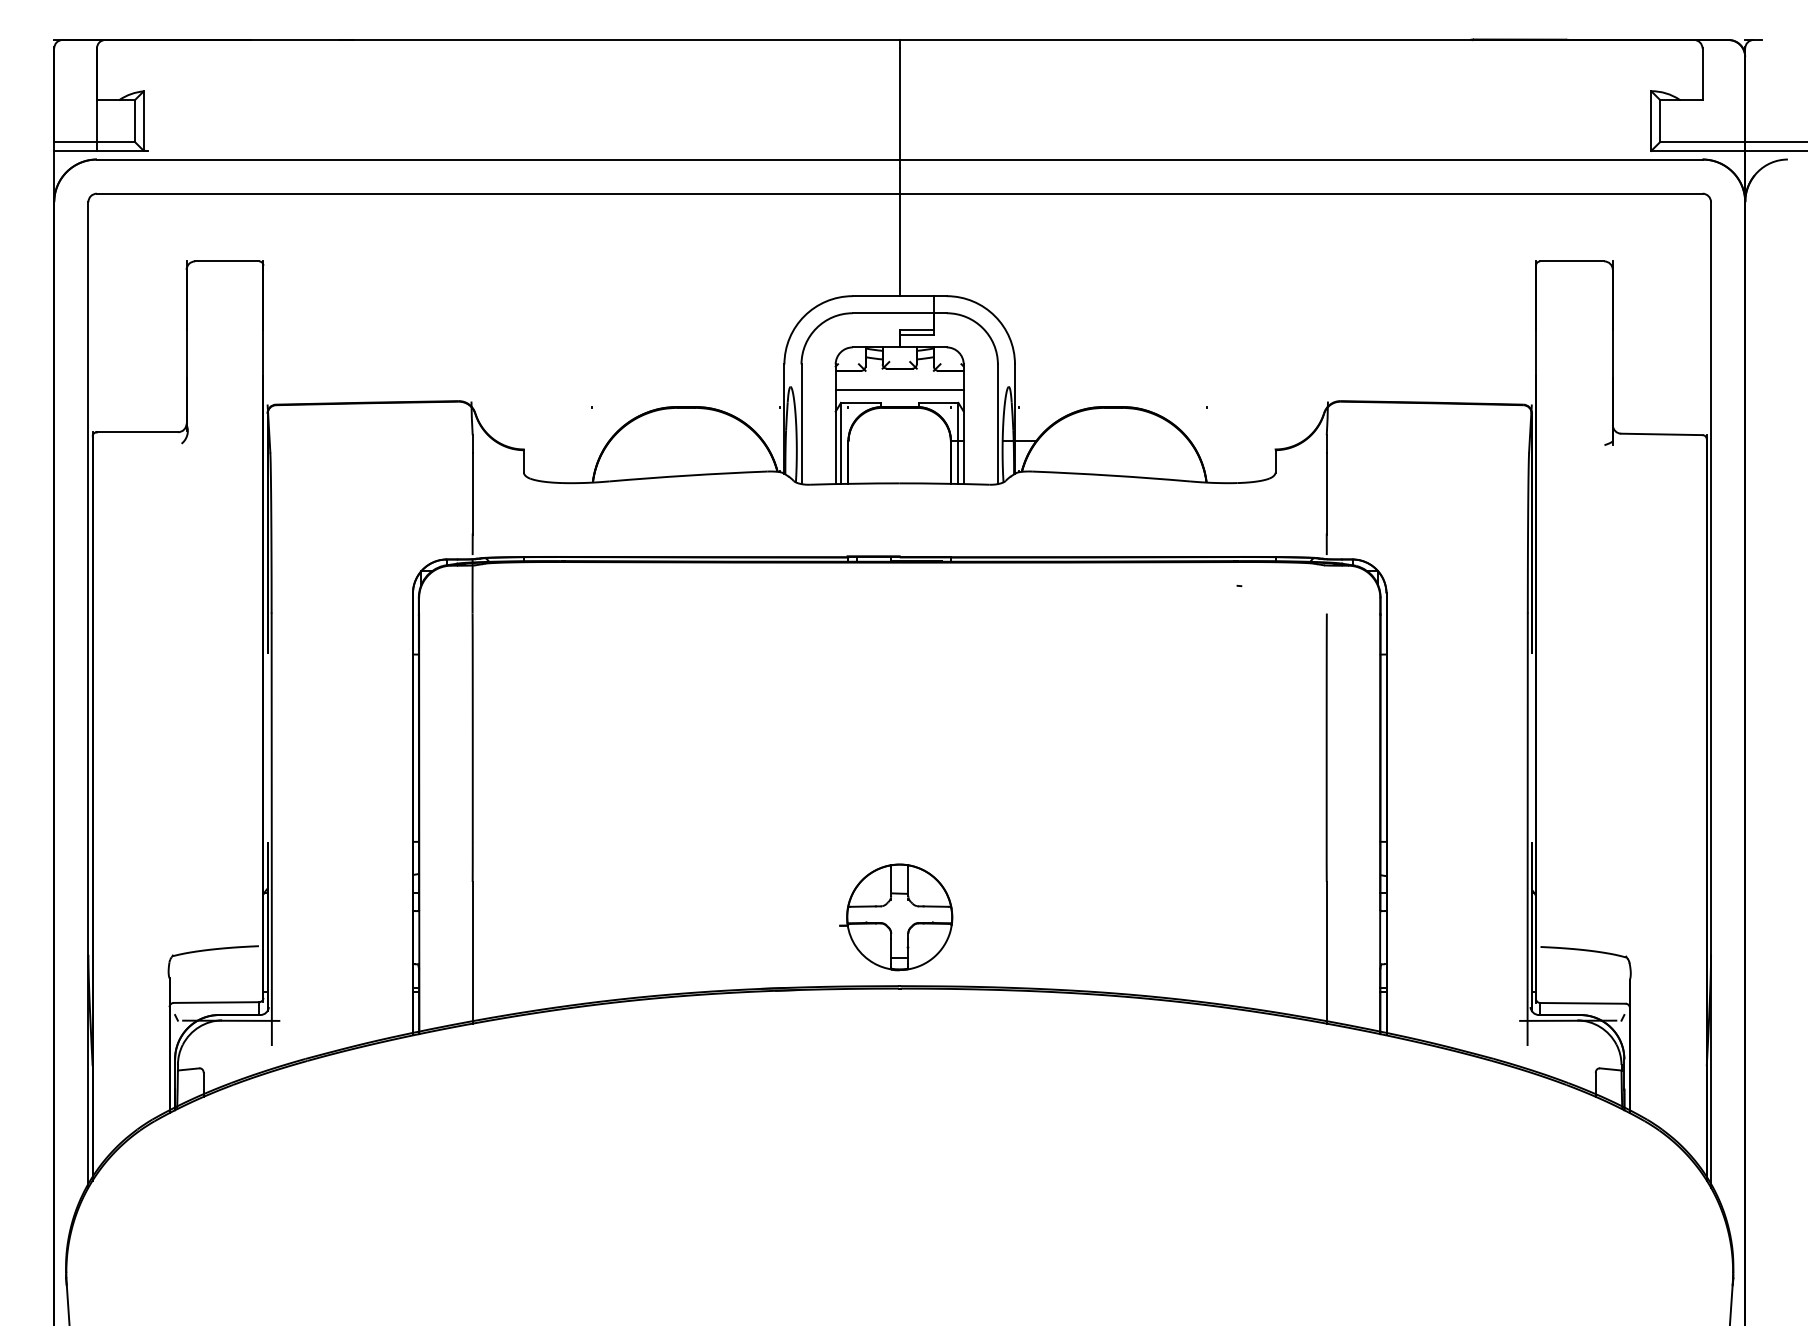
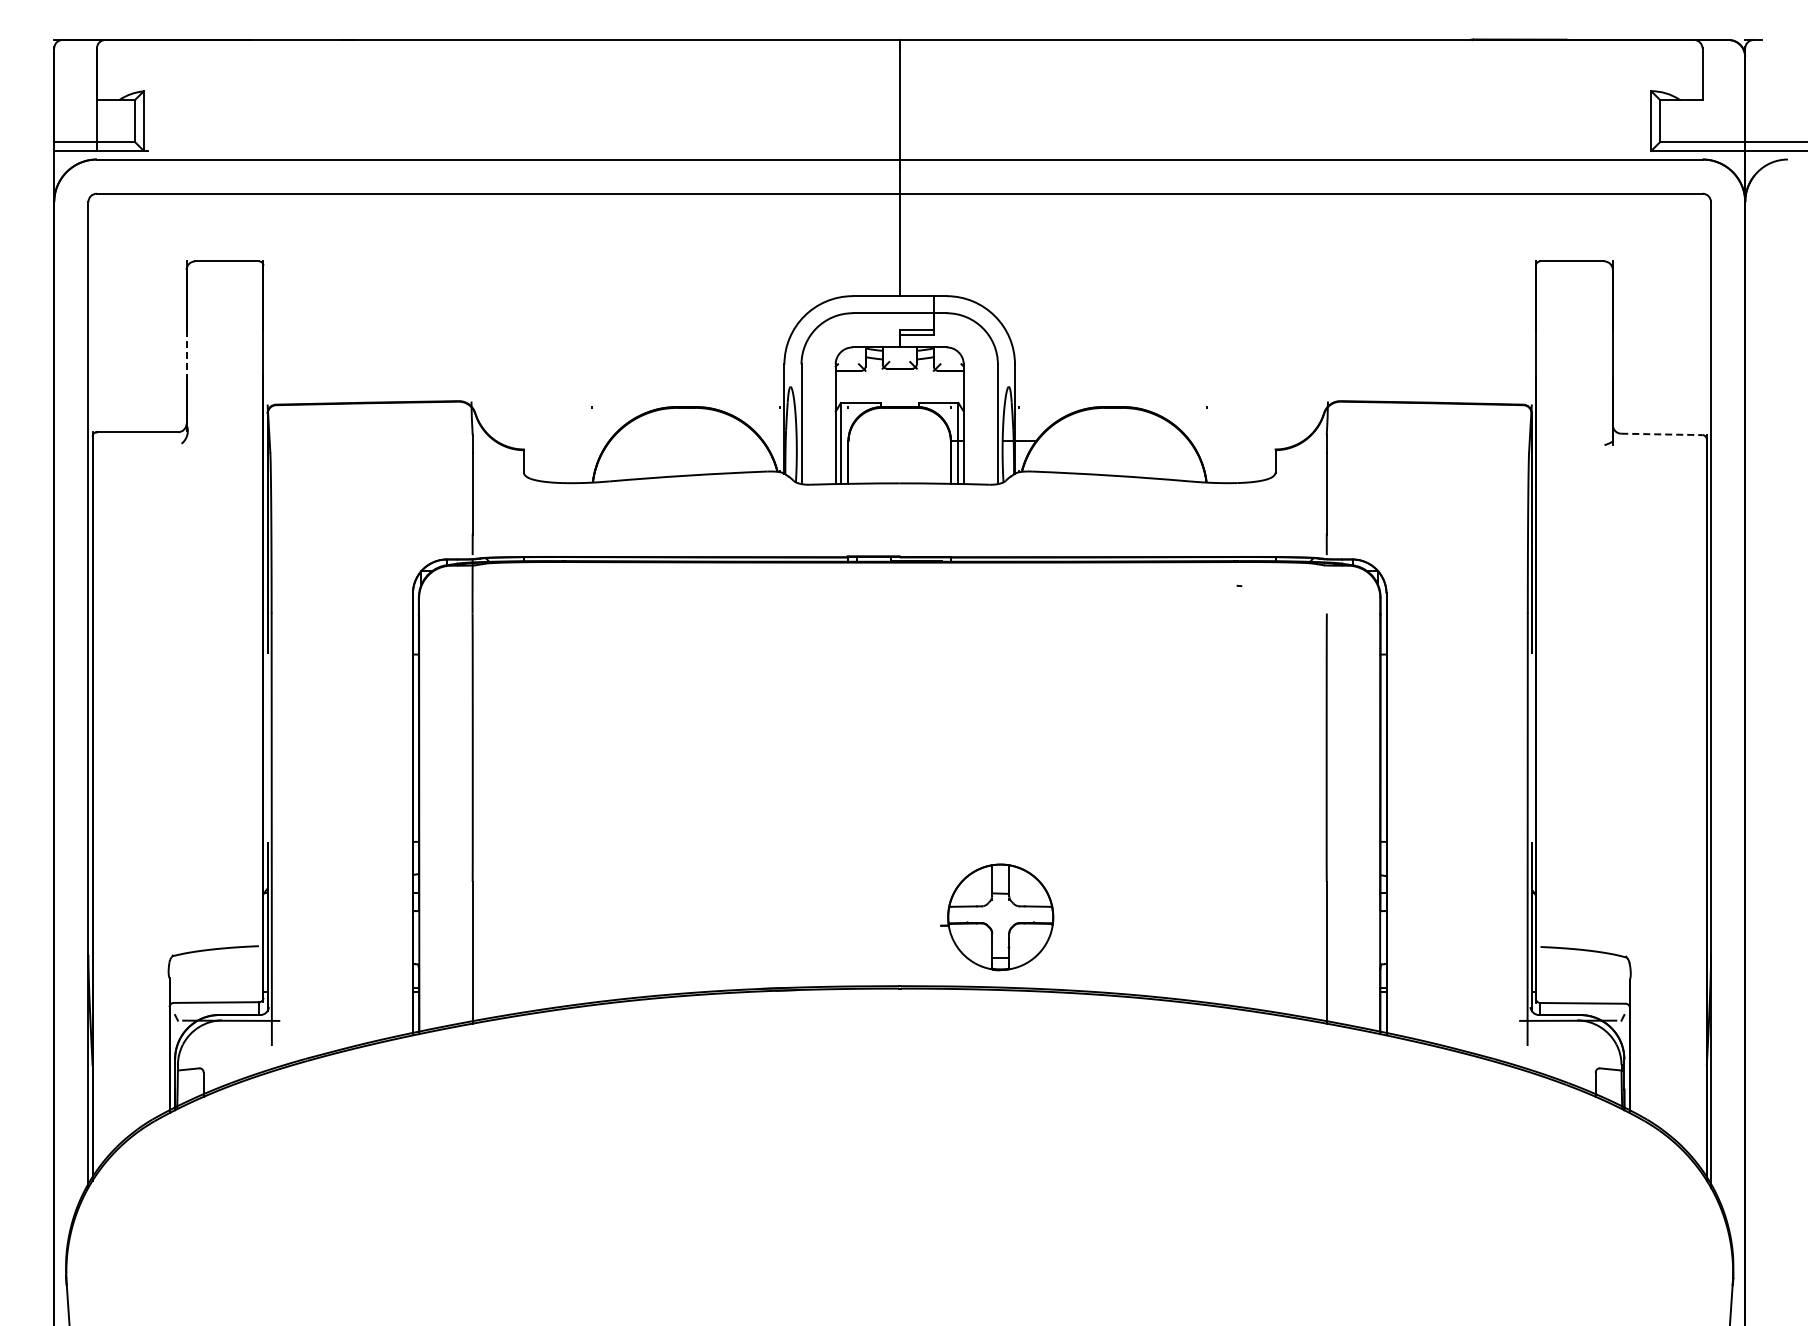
line at (186, 353): solid -> dashed
line at (899, 390): present -> none
line at (1661, 434): solid -> dashed
part at (896, 917) position: (896, 917) -> (997, 917)
